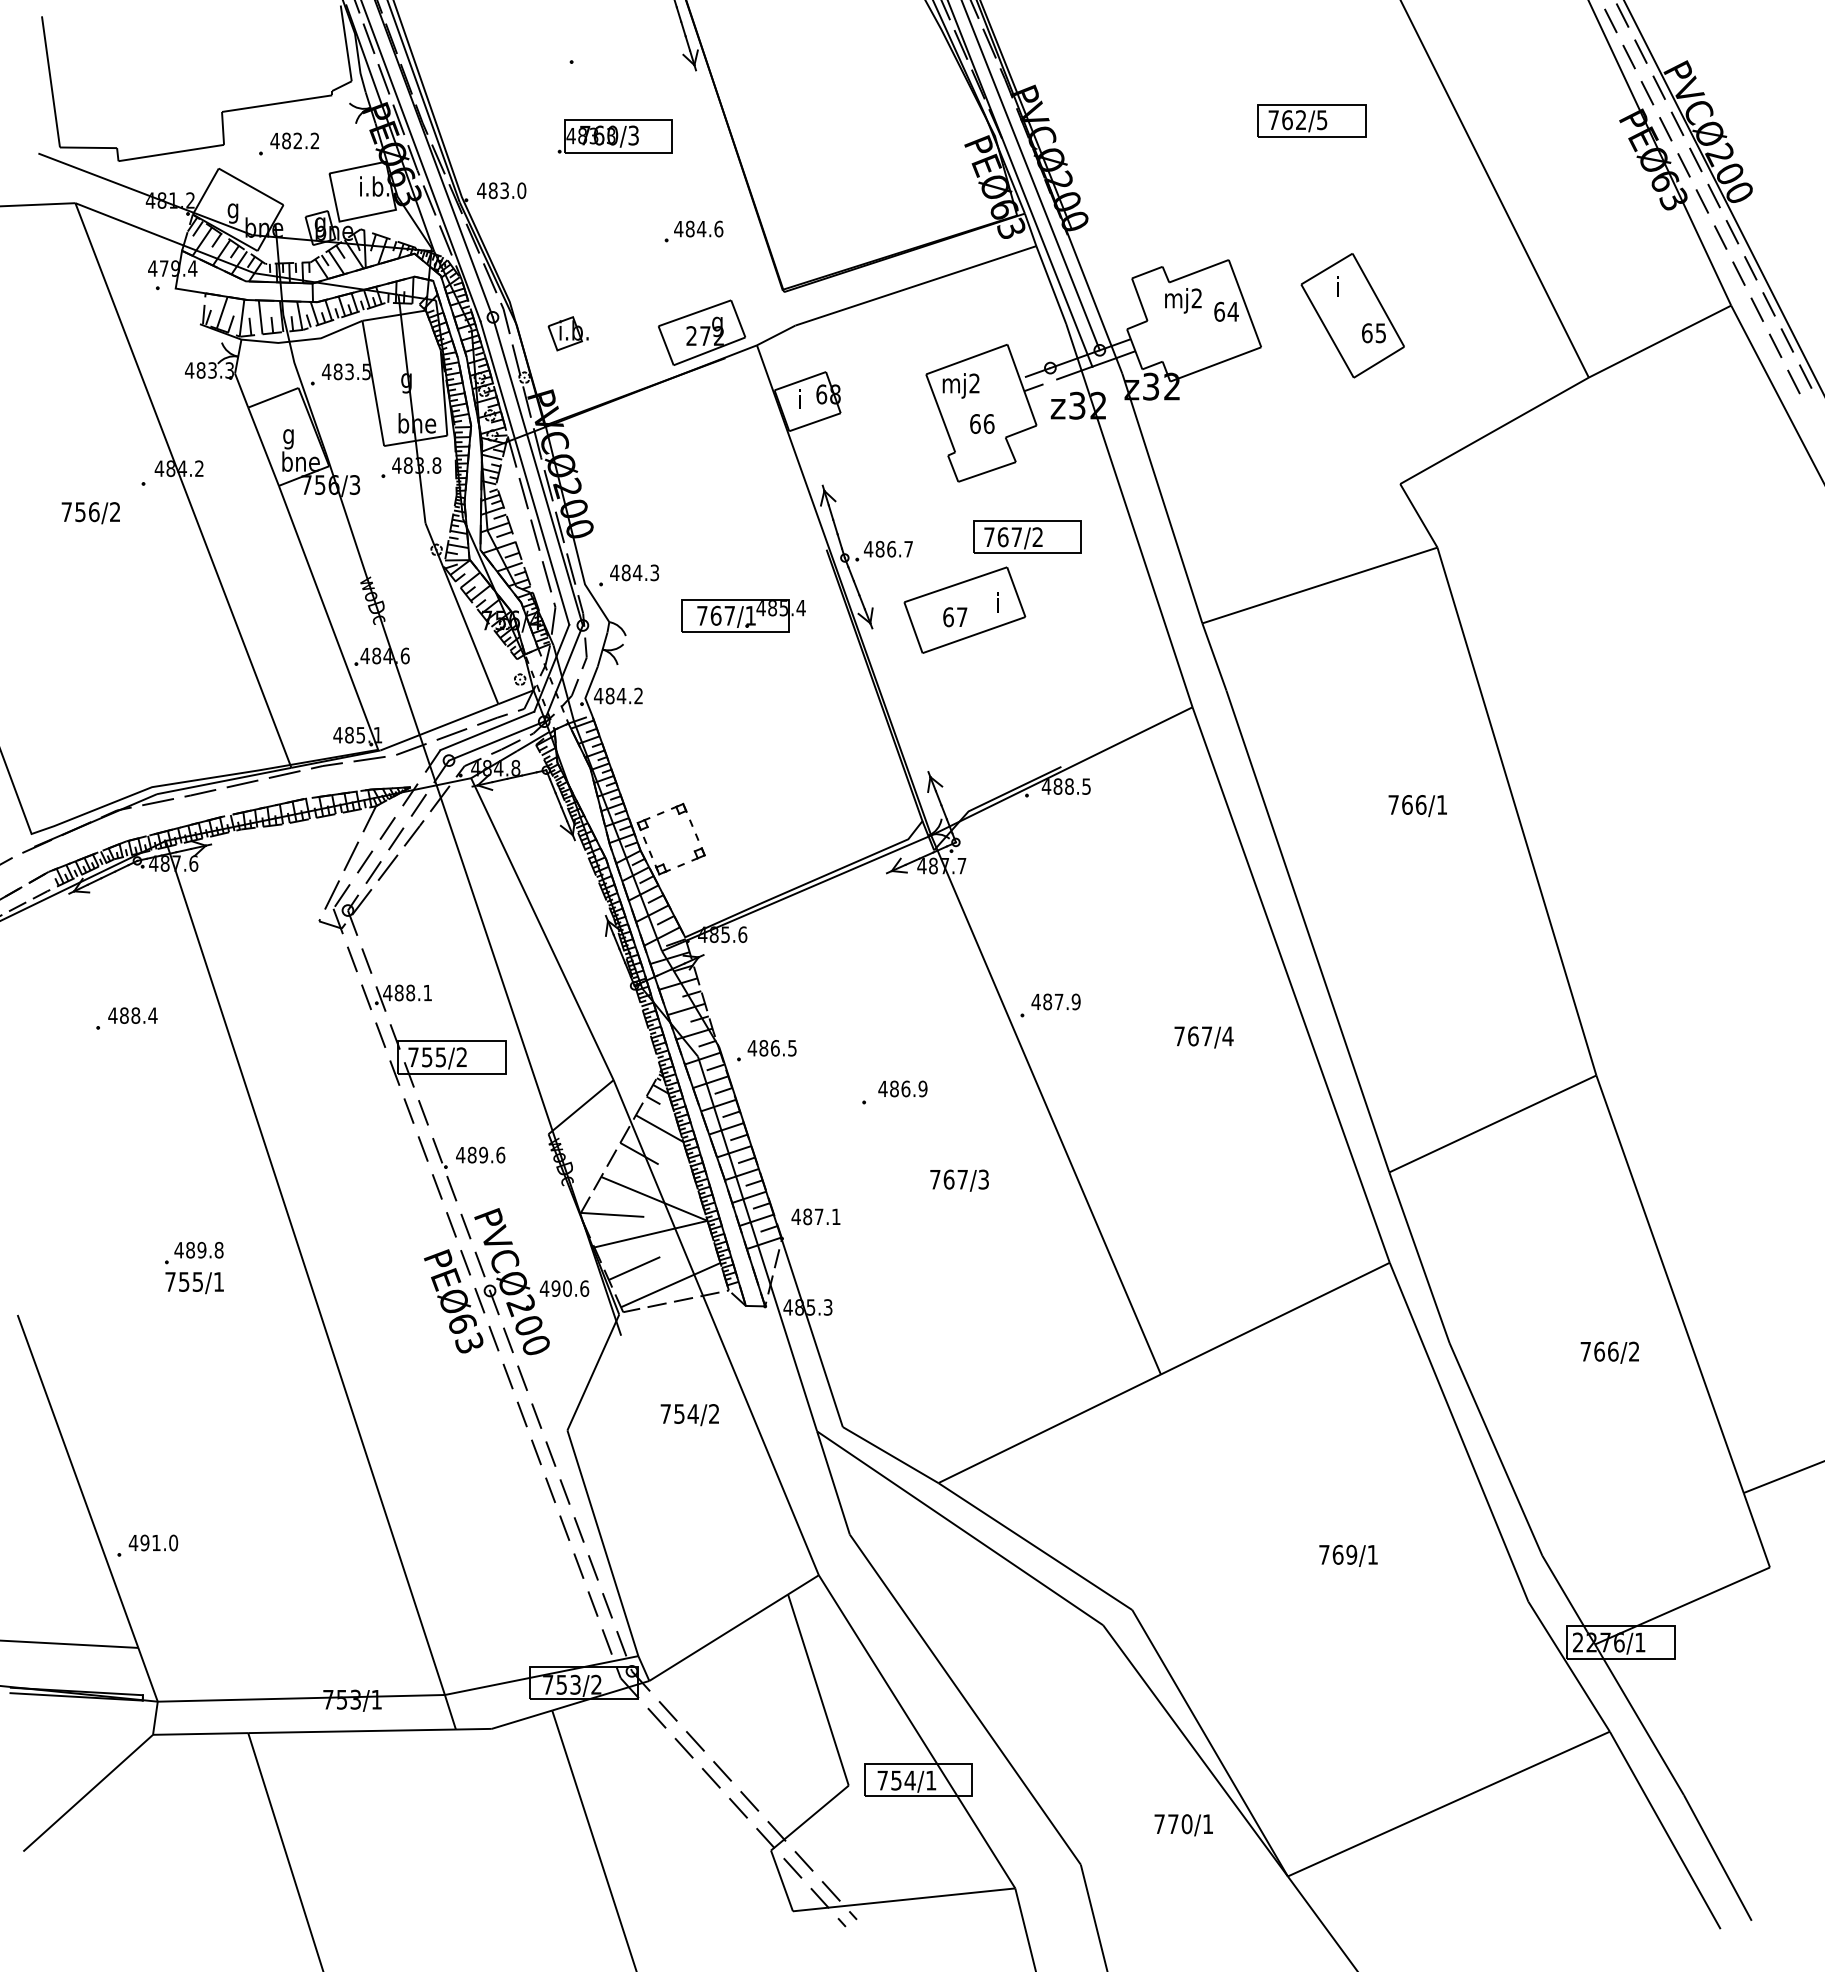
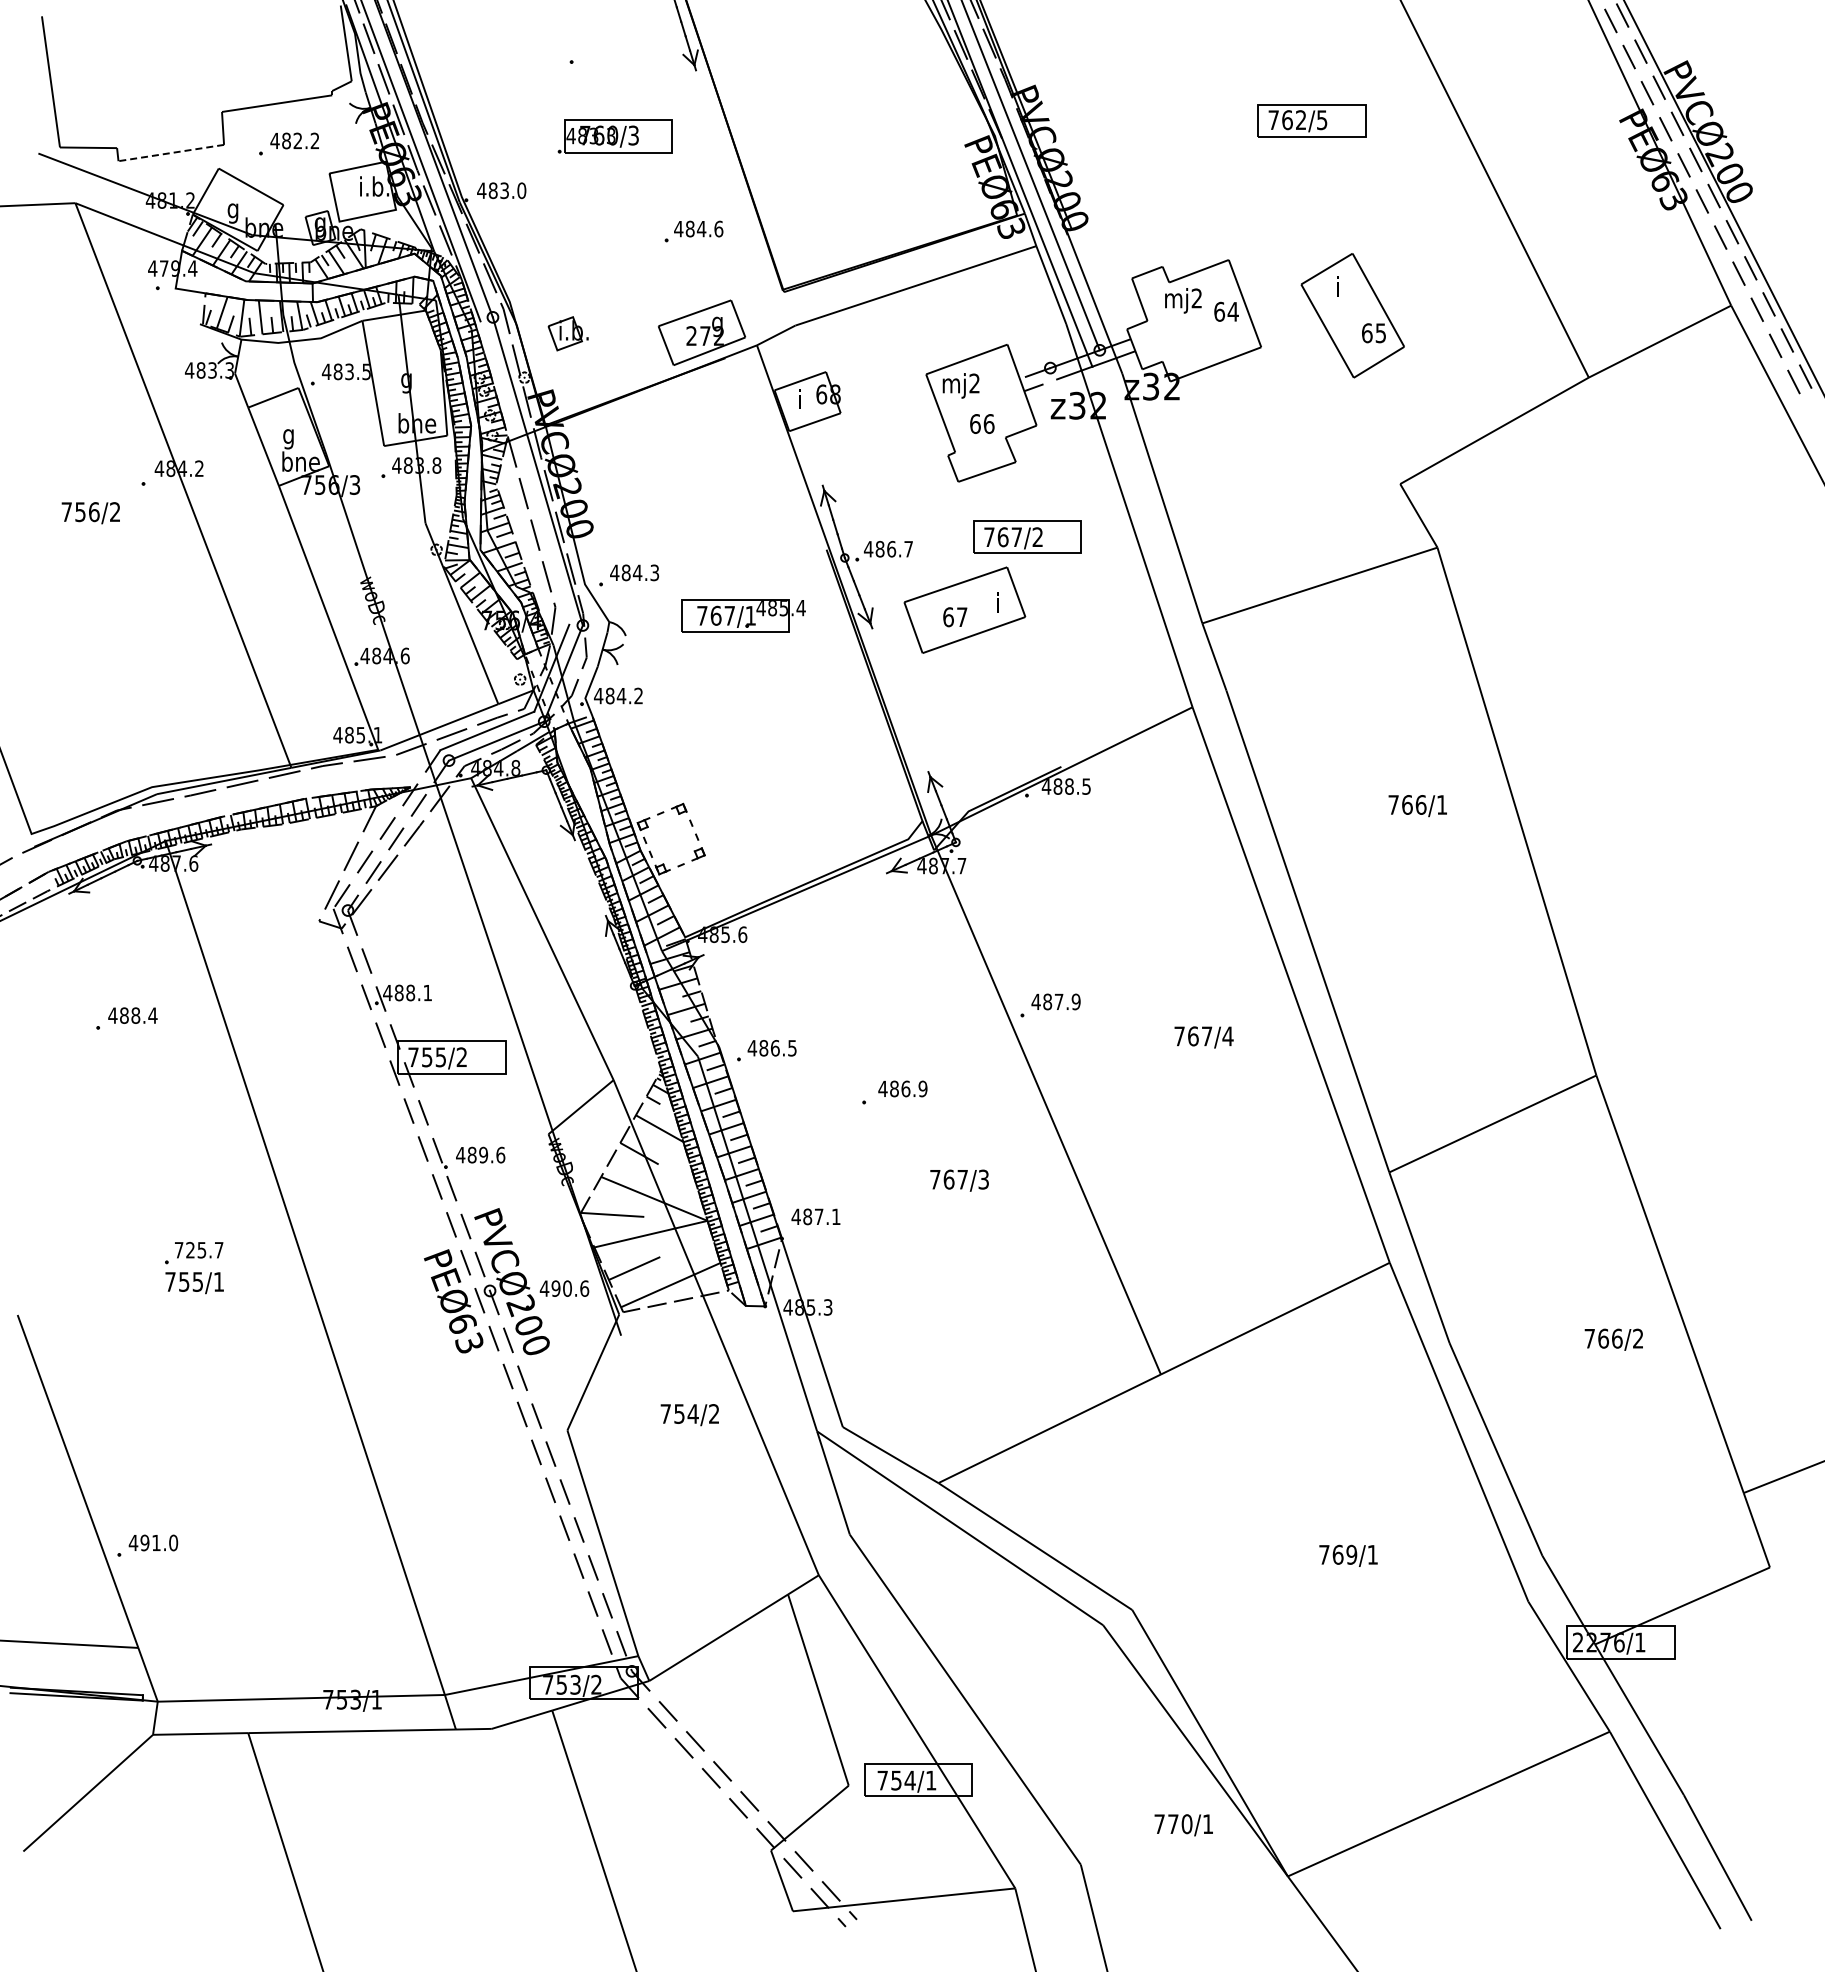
line at (170, 153): solid -> dashed
line at (524, 472): present -> none
text at (198, 1249): 489.8 -> 725.7
text at (1609, 1352) position: (1609, 1352) -> (1613, 1339)
